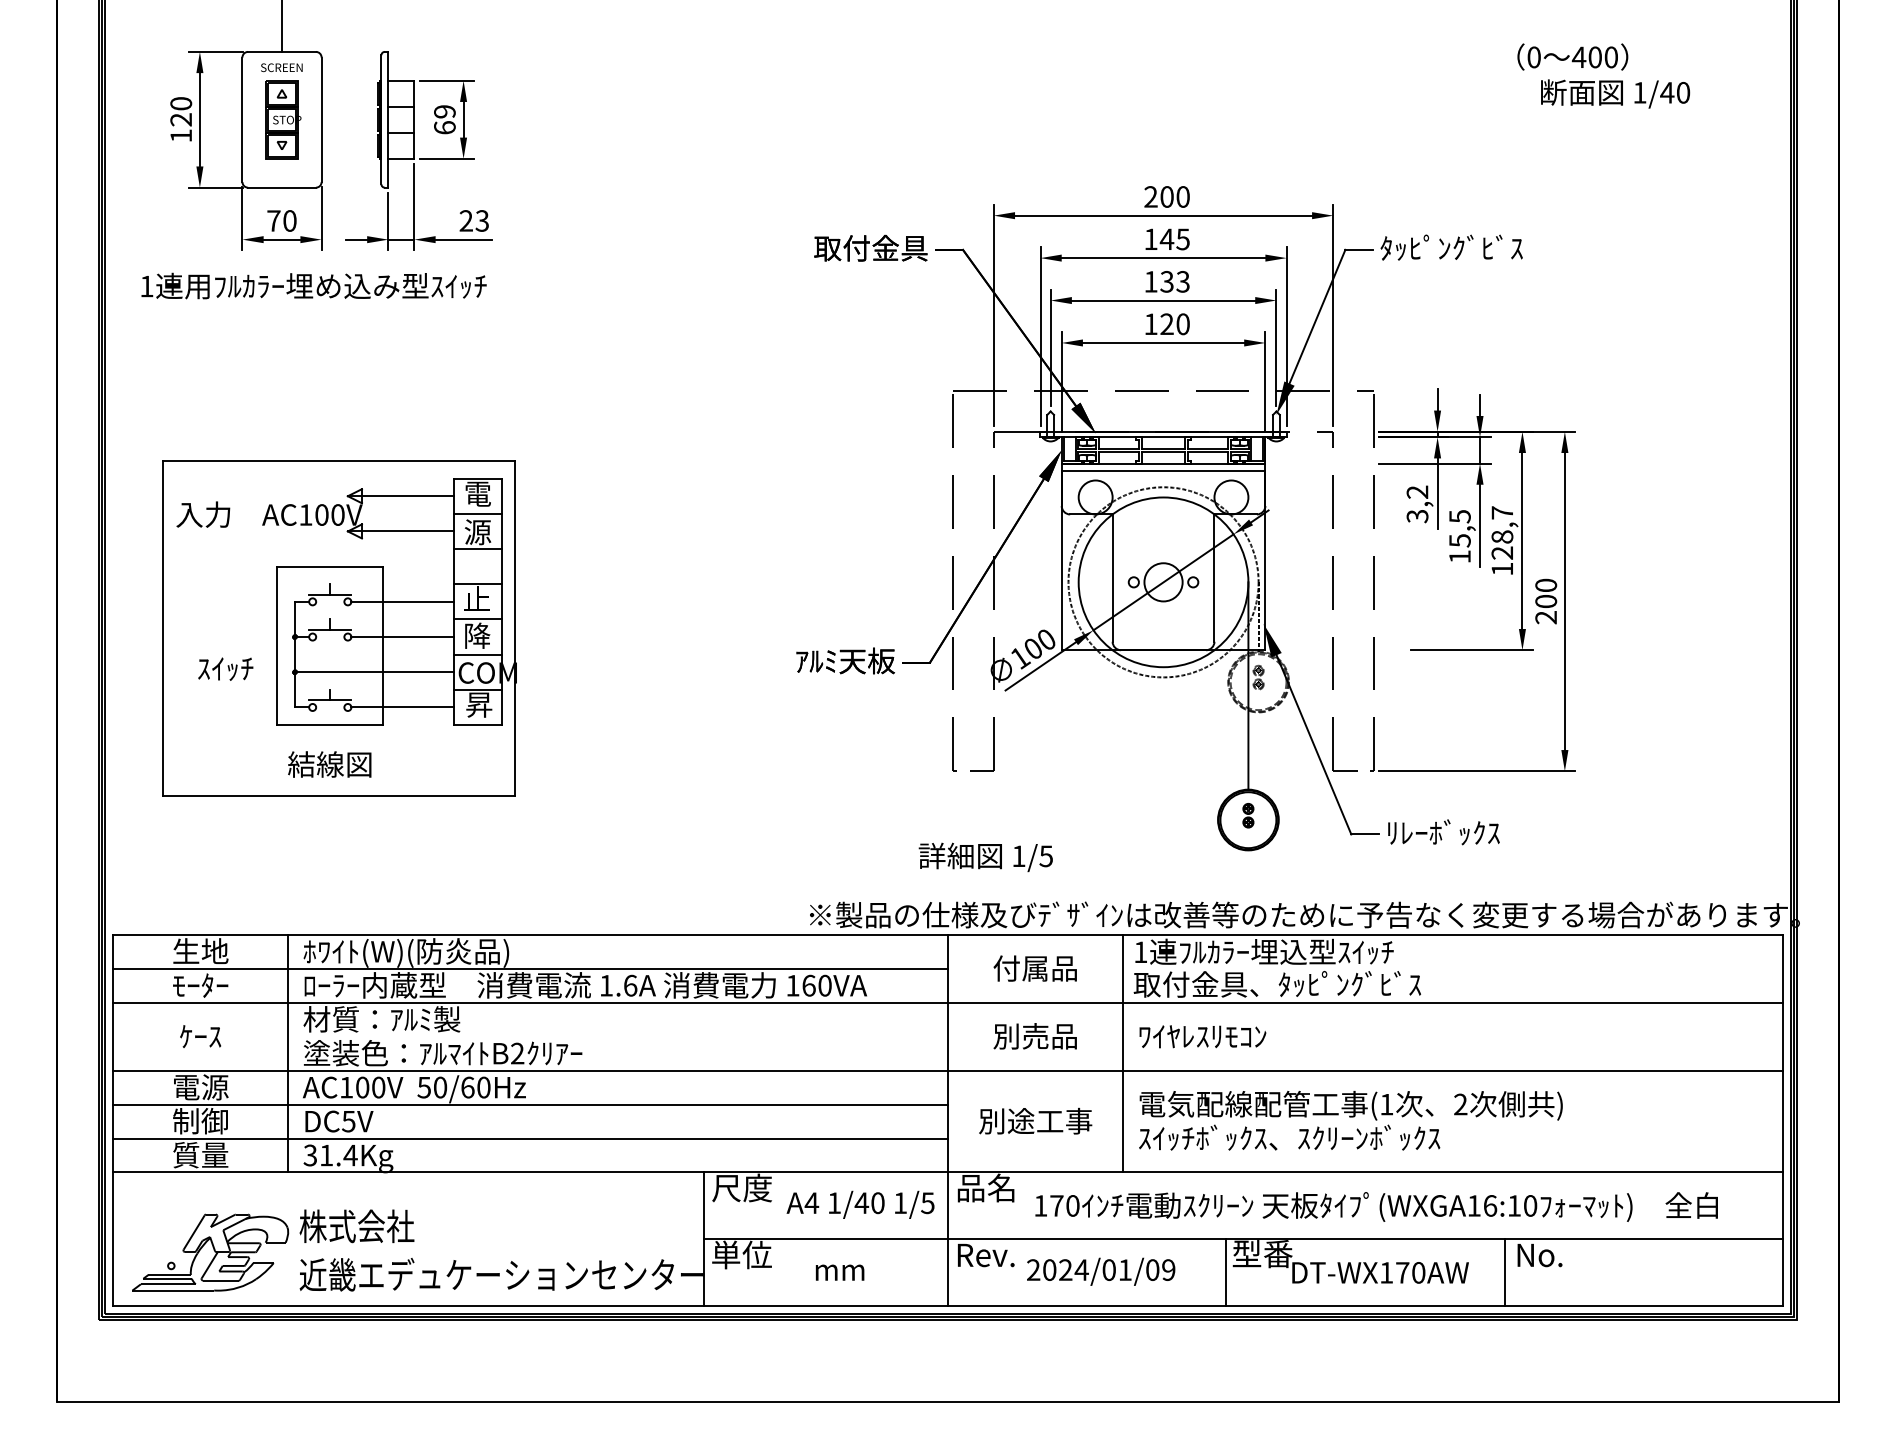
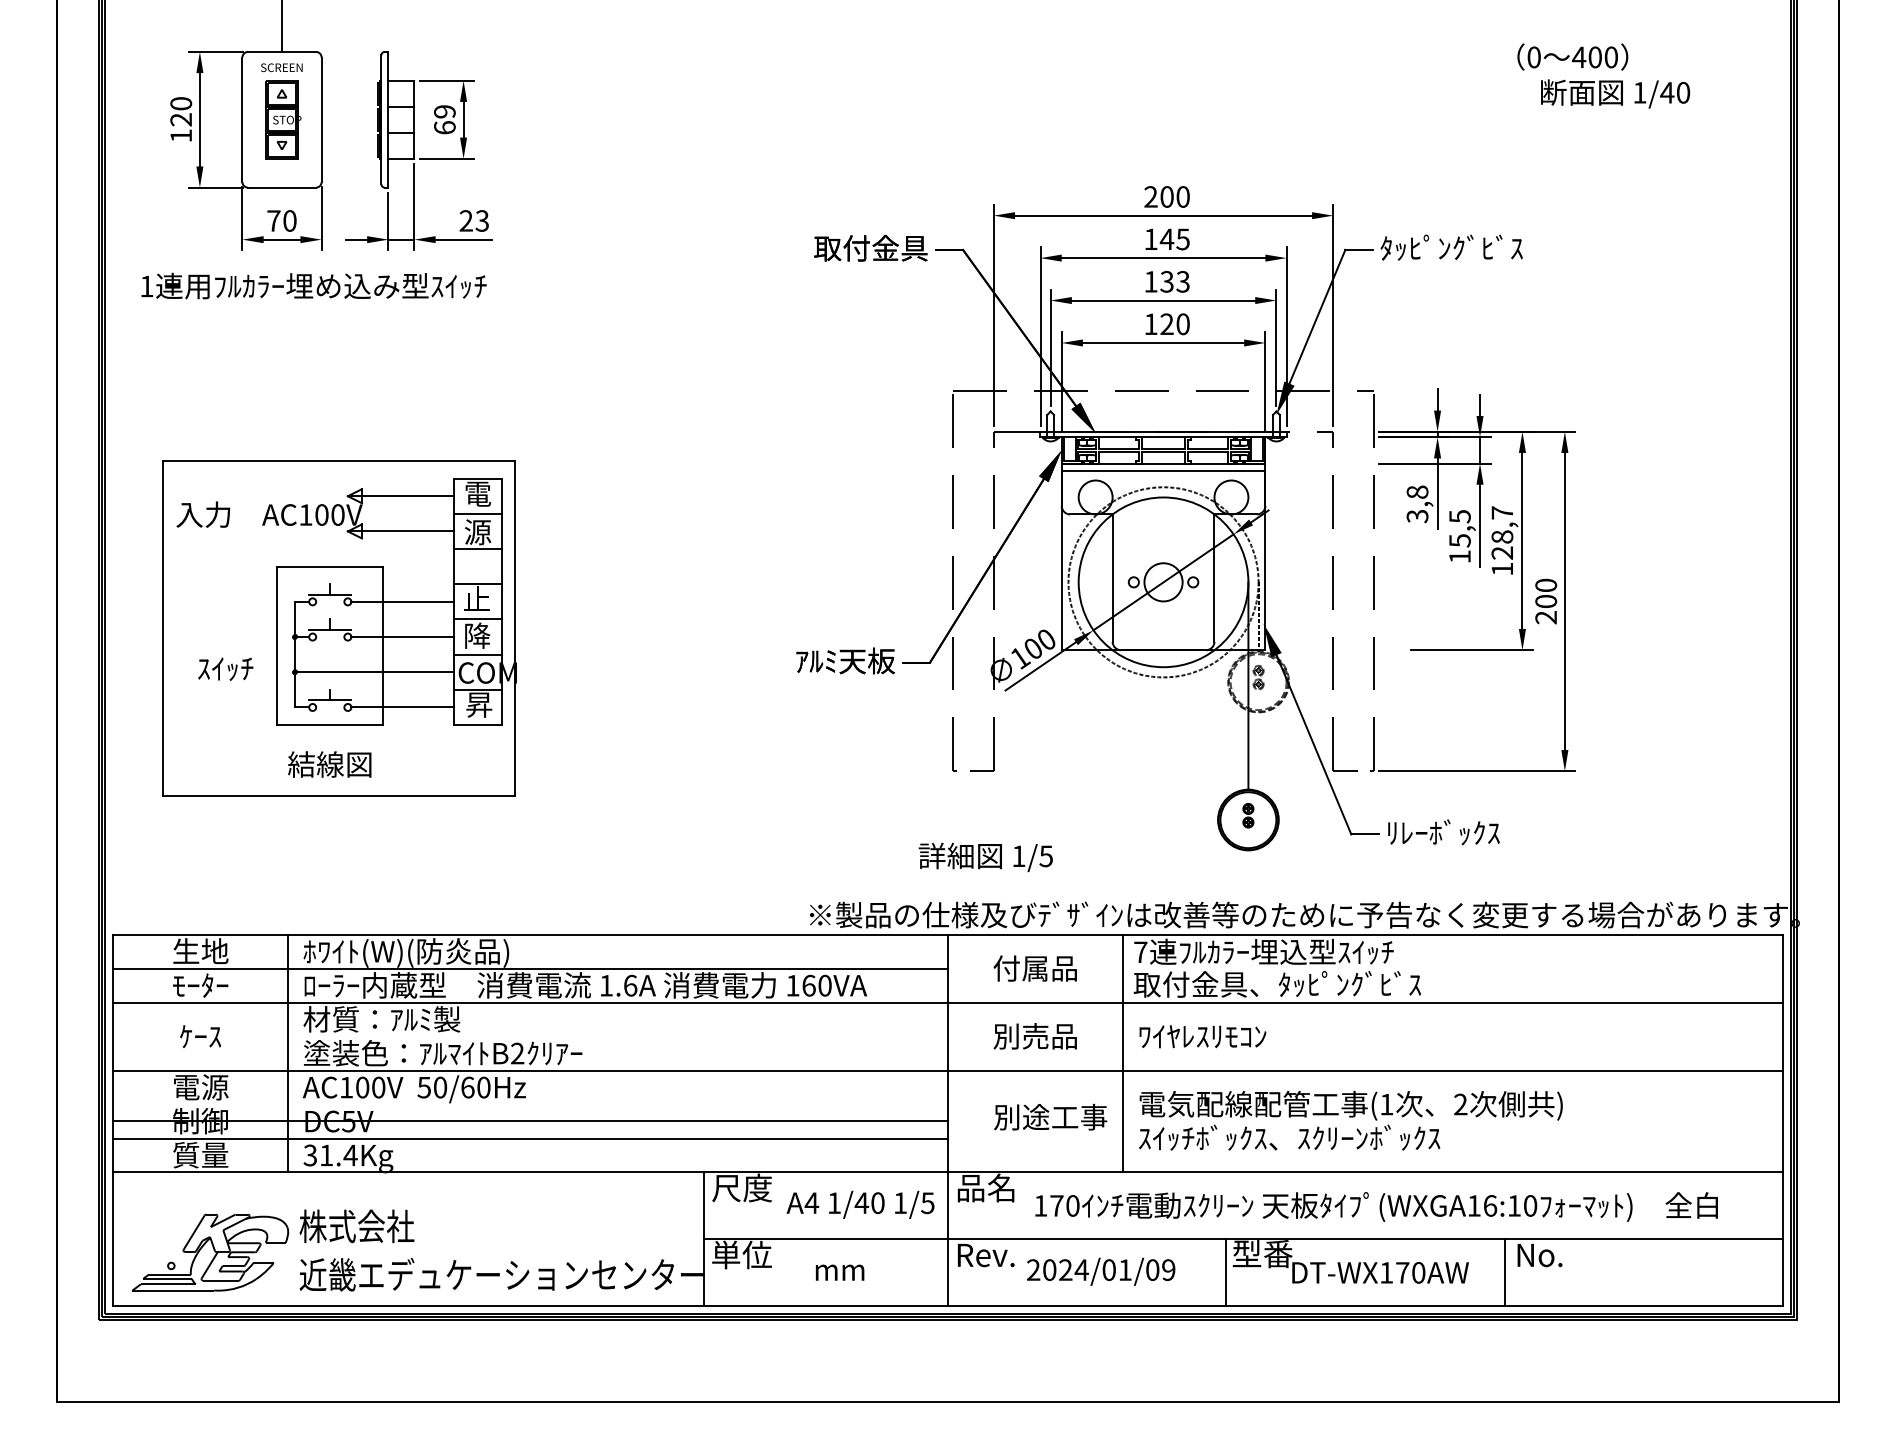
text at (1417, 491): 3,2 -> 3,8
text at (1140, 951): 1 -> 7
line at (530, 1104) position: (530, 1104) -> (530, 1120)
text at (1035, 1120) position: (1035, 1120) -> (1050, 1116)
